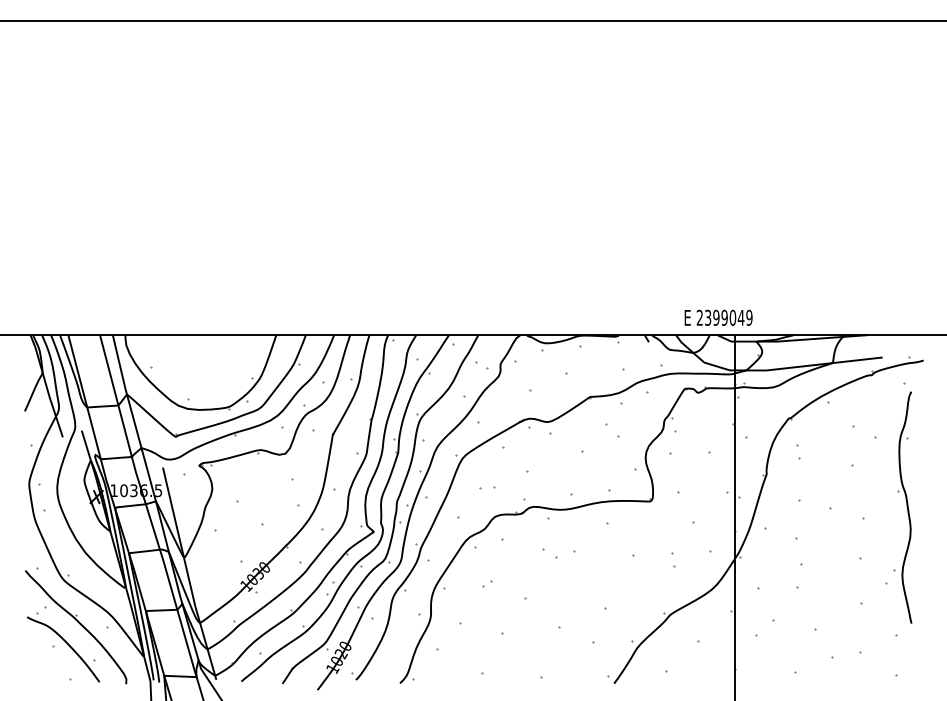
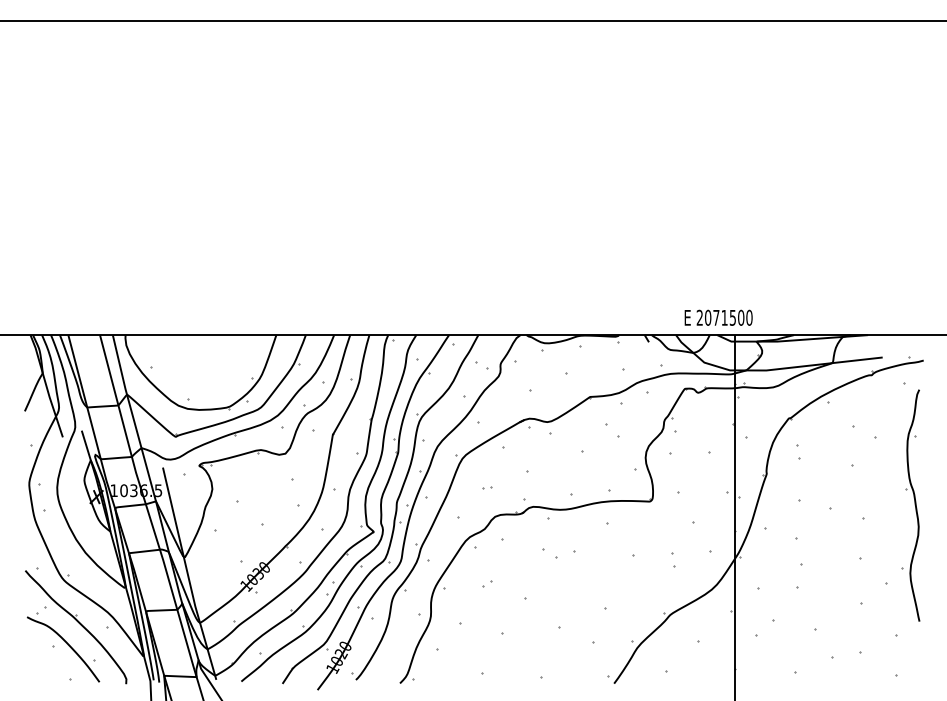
text at (728, 317): 2399049 -> 2071500
part at (487, 487) size: 17x4 px -> 11x4 px
part at (902, 507) position: (902, 507) -> (910, 505)
